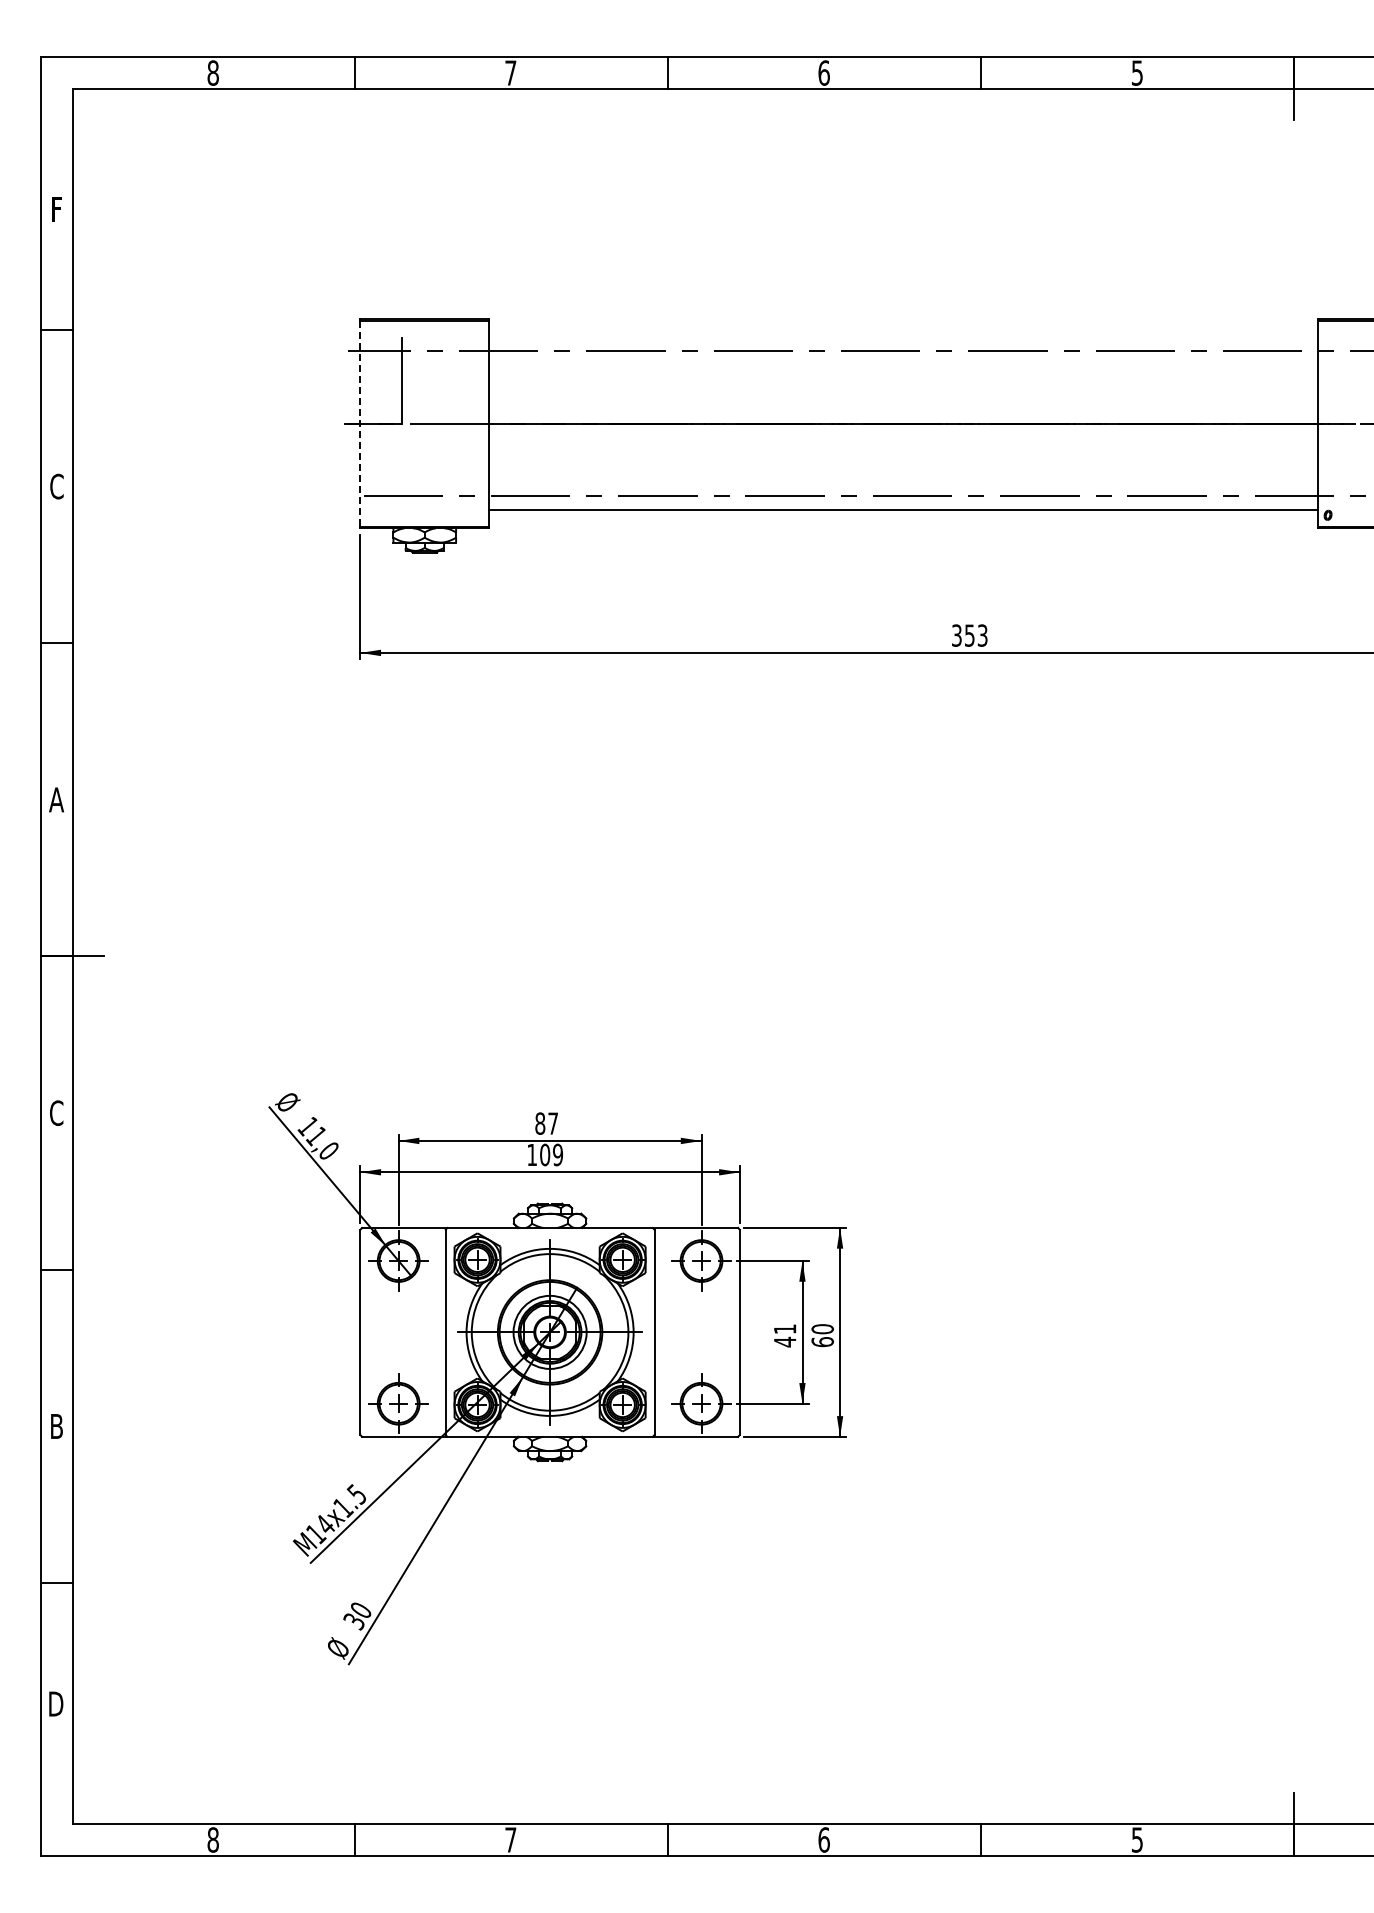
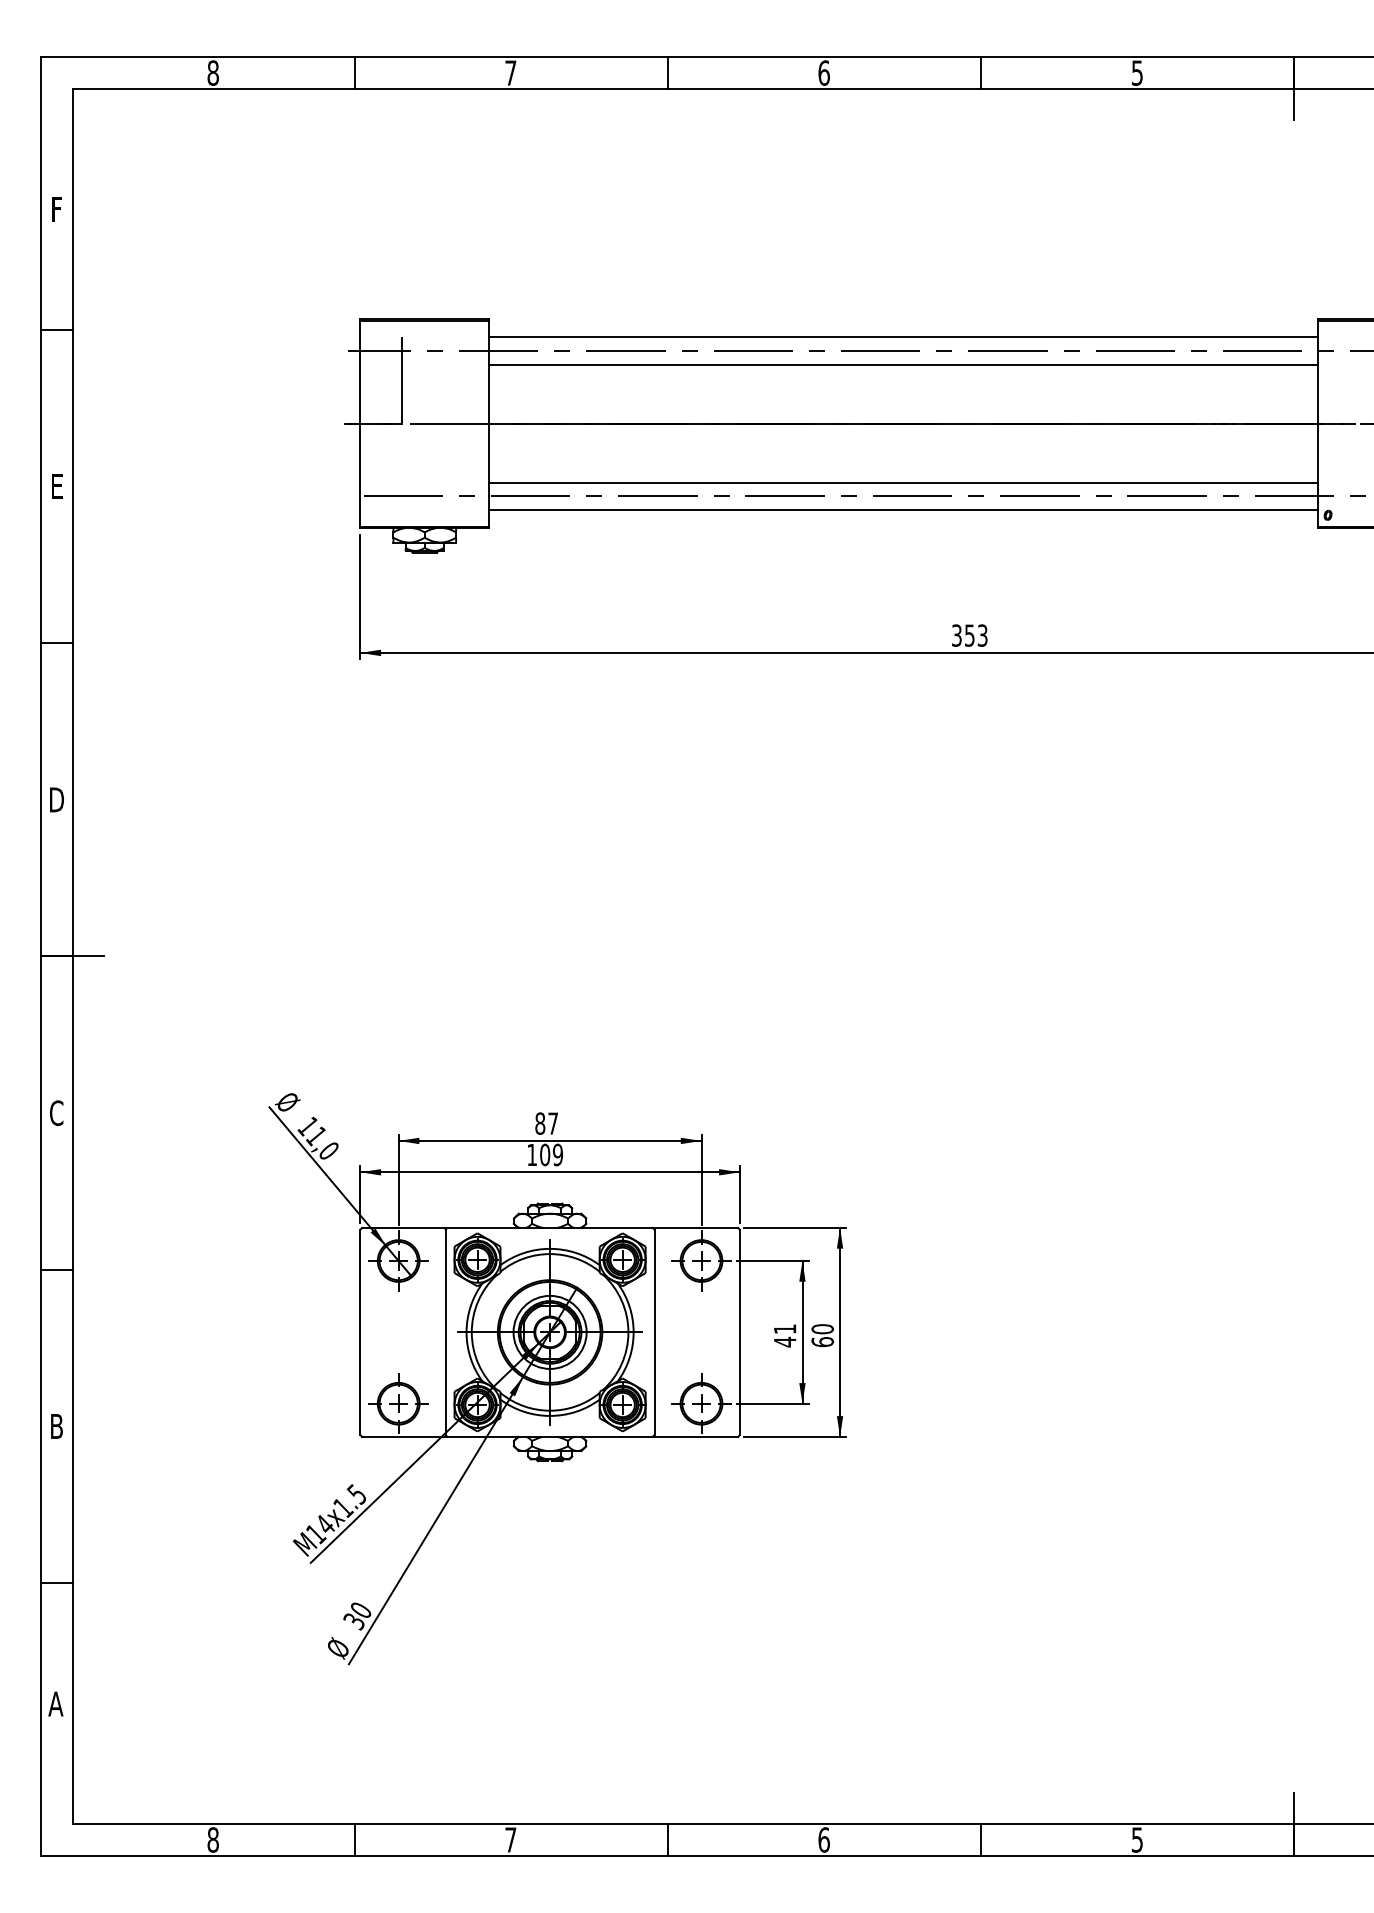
line at (903, 337): none -> present
line at (903, 365): none -> present
line at (360, 423): dashed -> solid
line at (903, 482): none -> present
text at (56, 486): C -> E
text at (56, 799): A -> D
text at (55, 1703): D -> A
